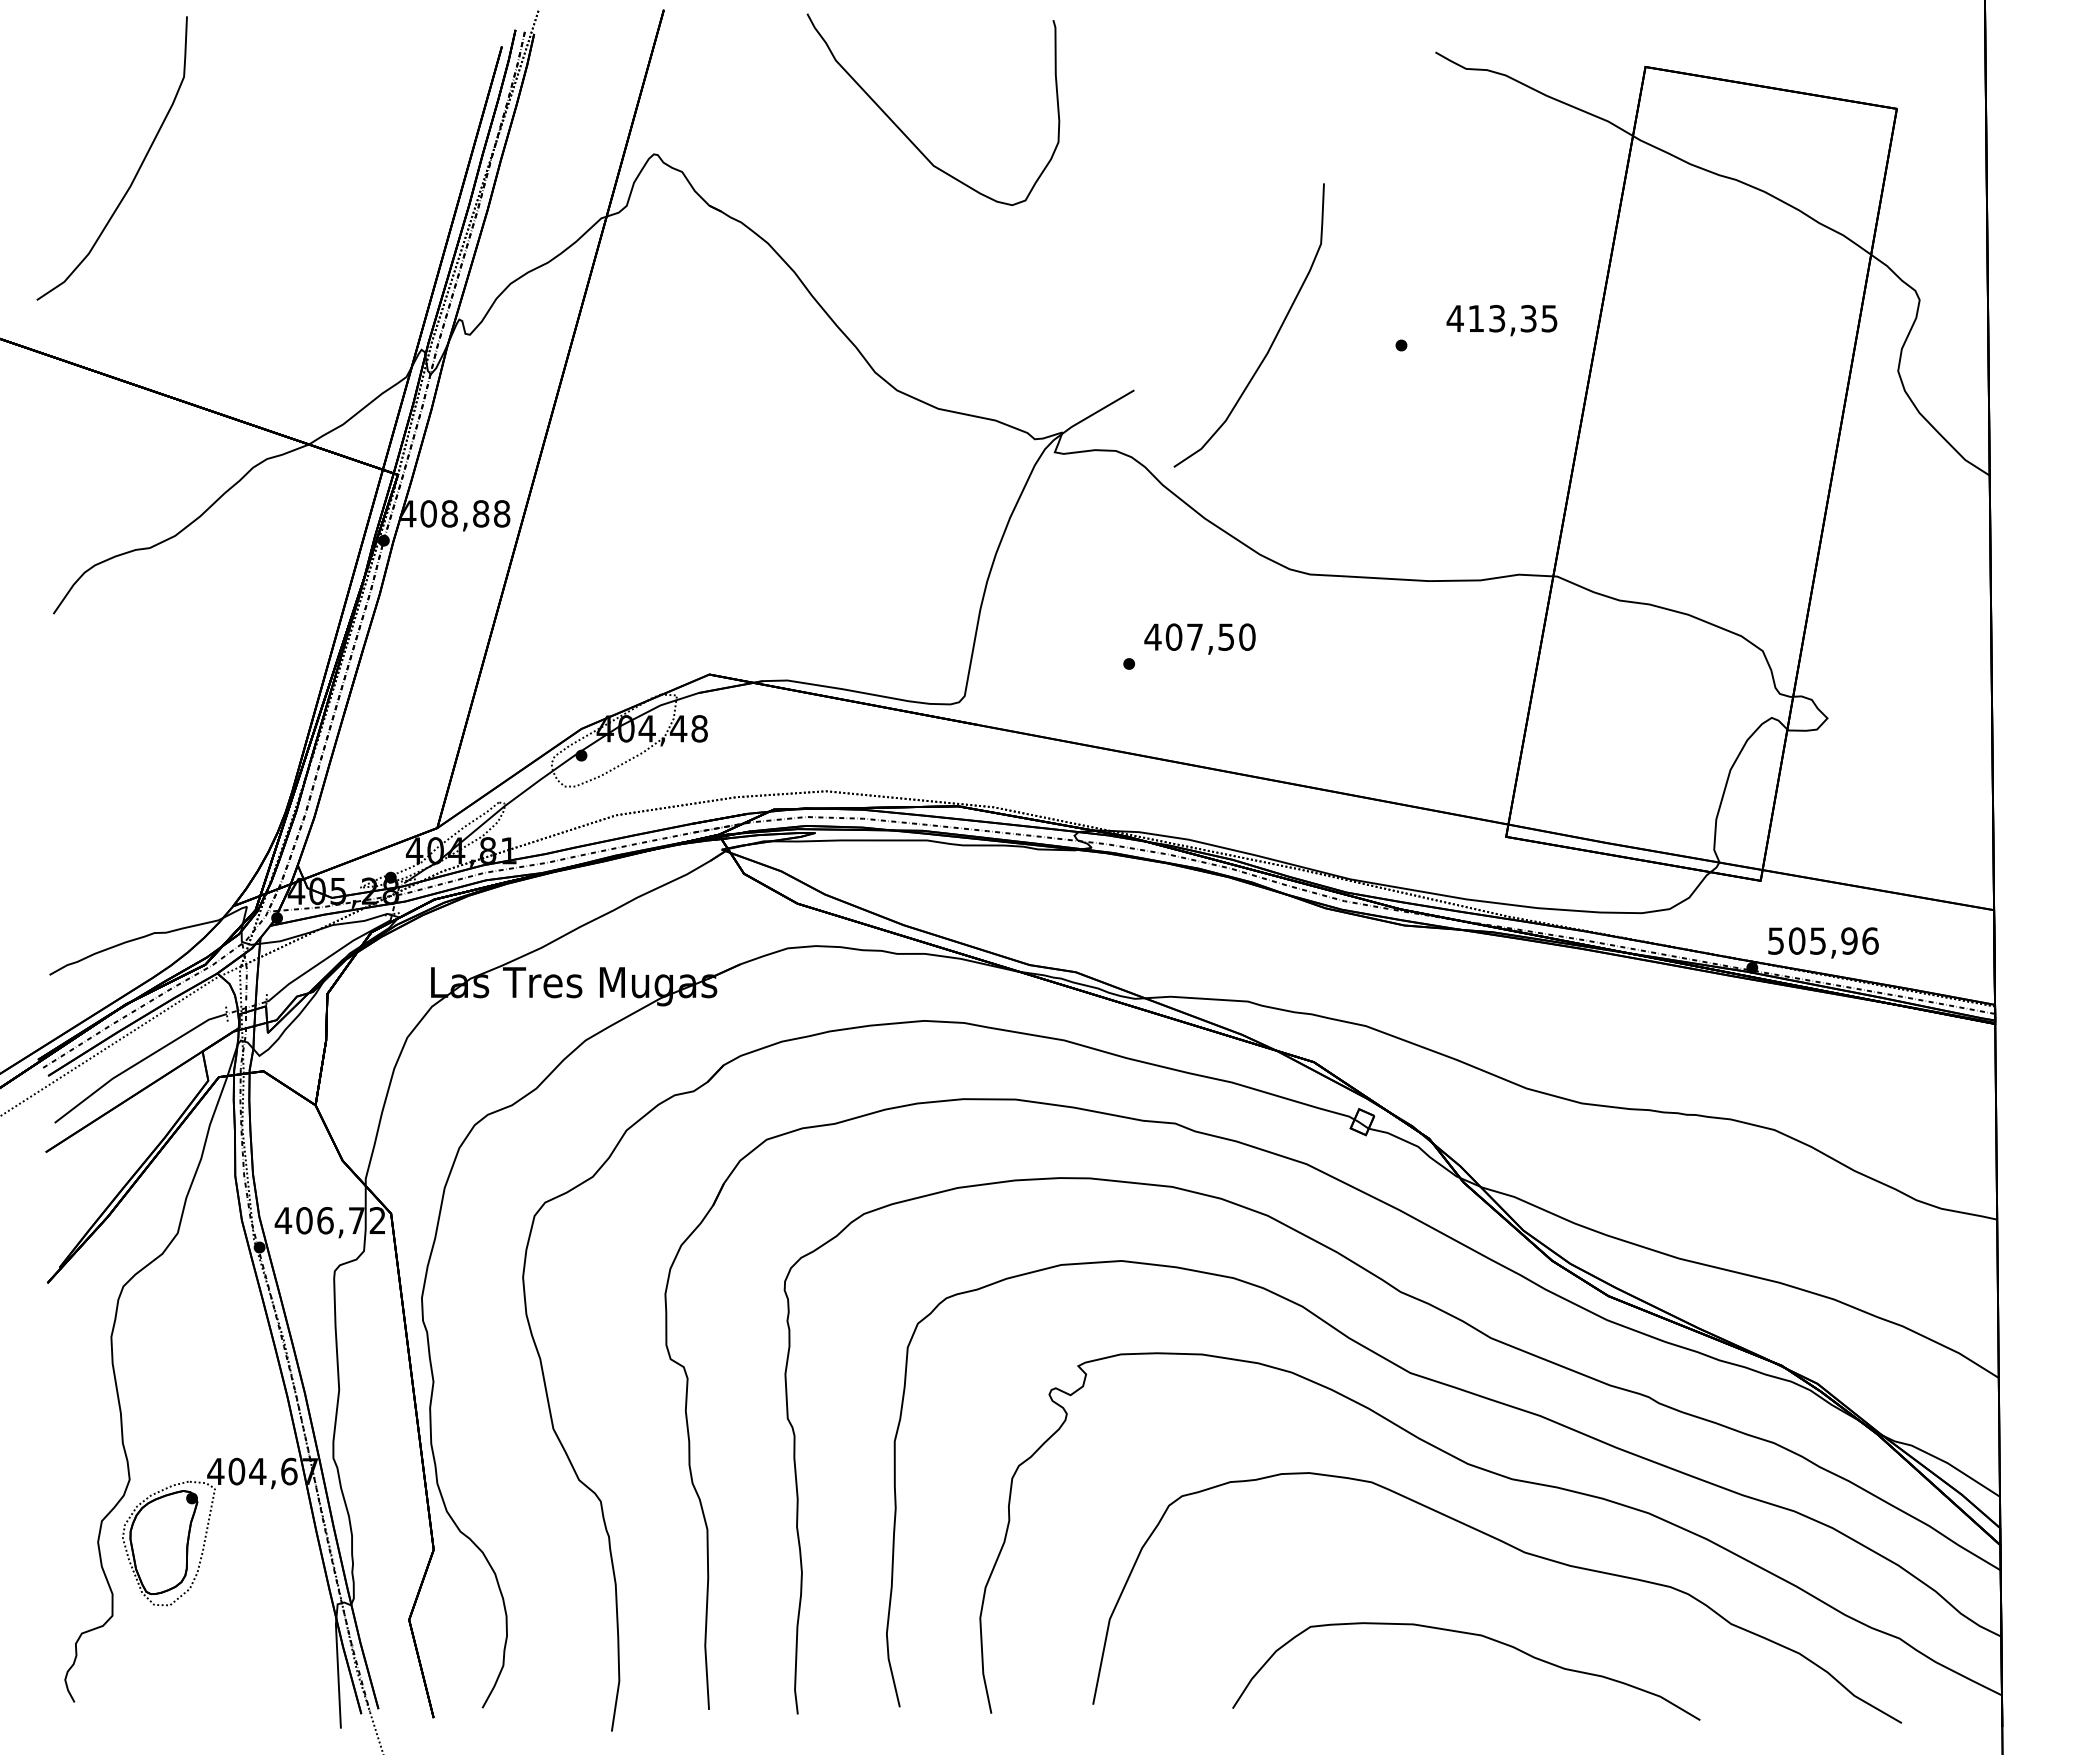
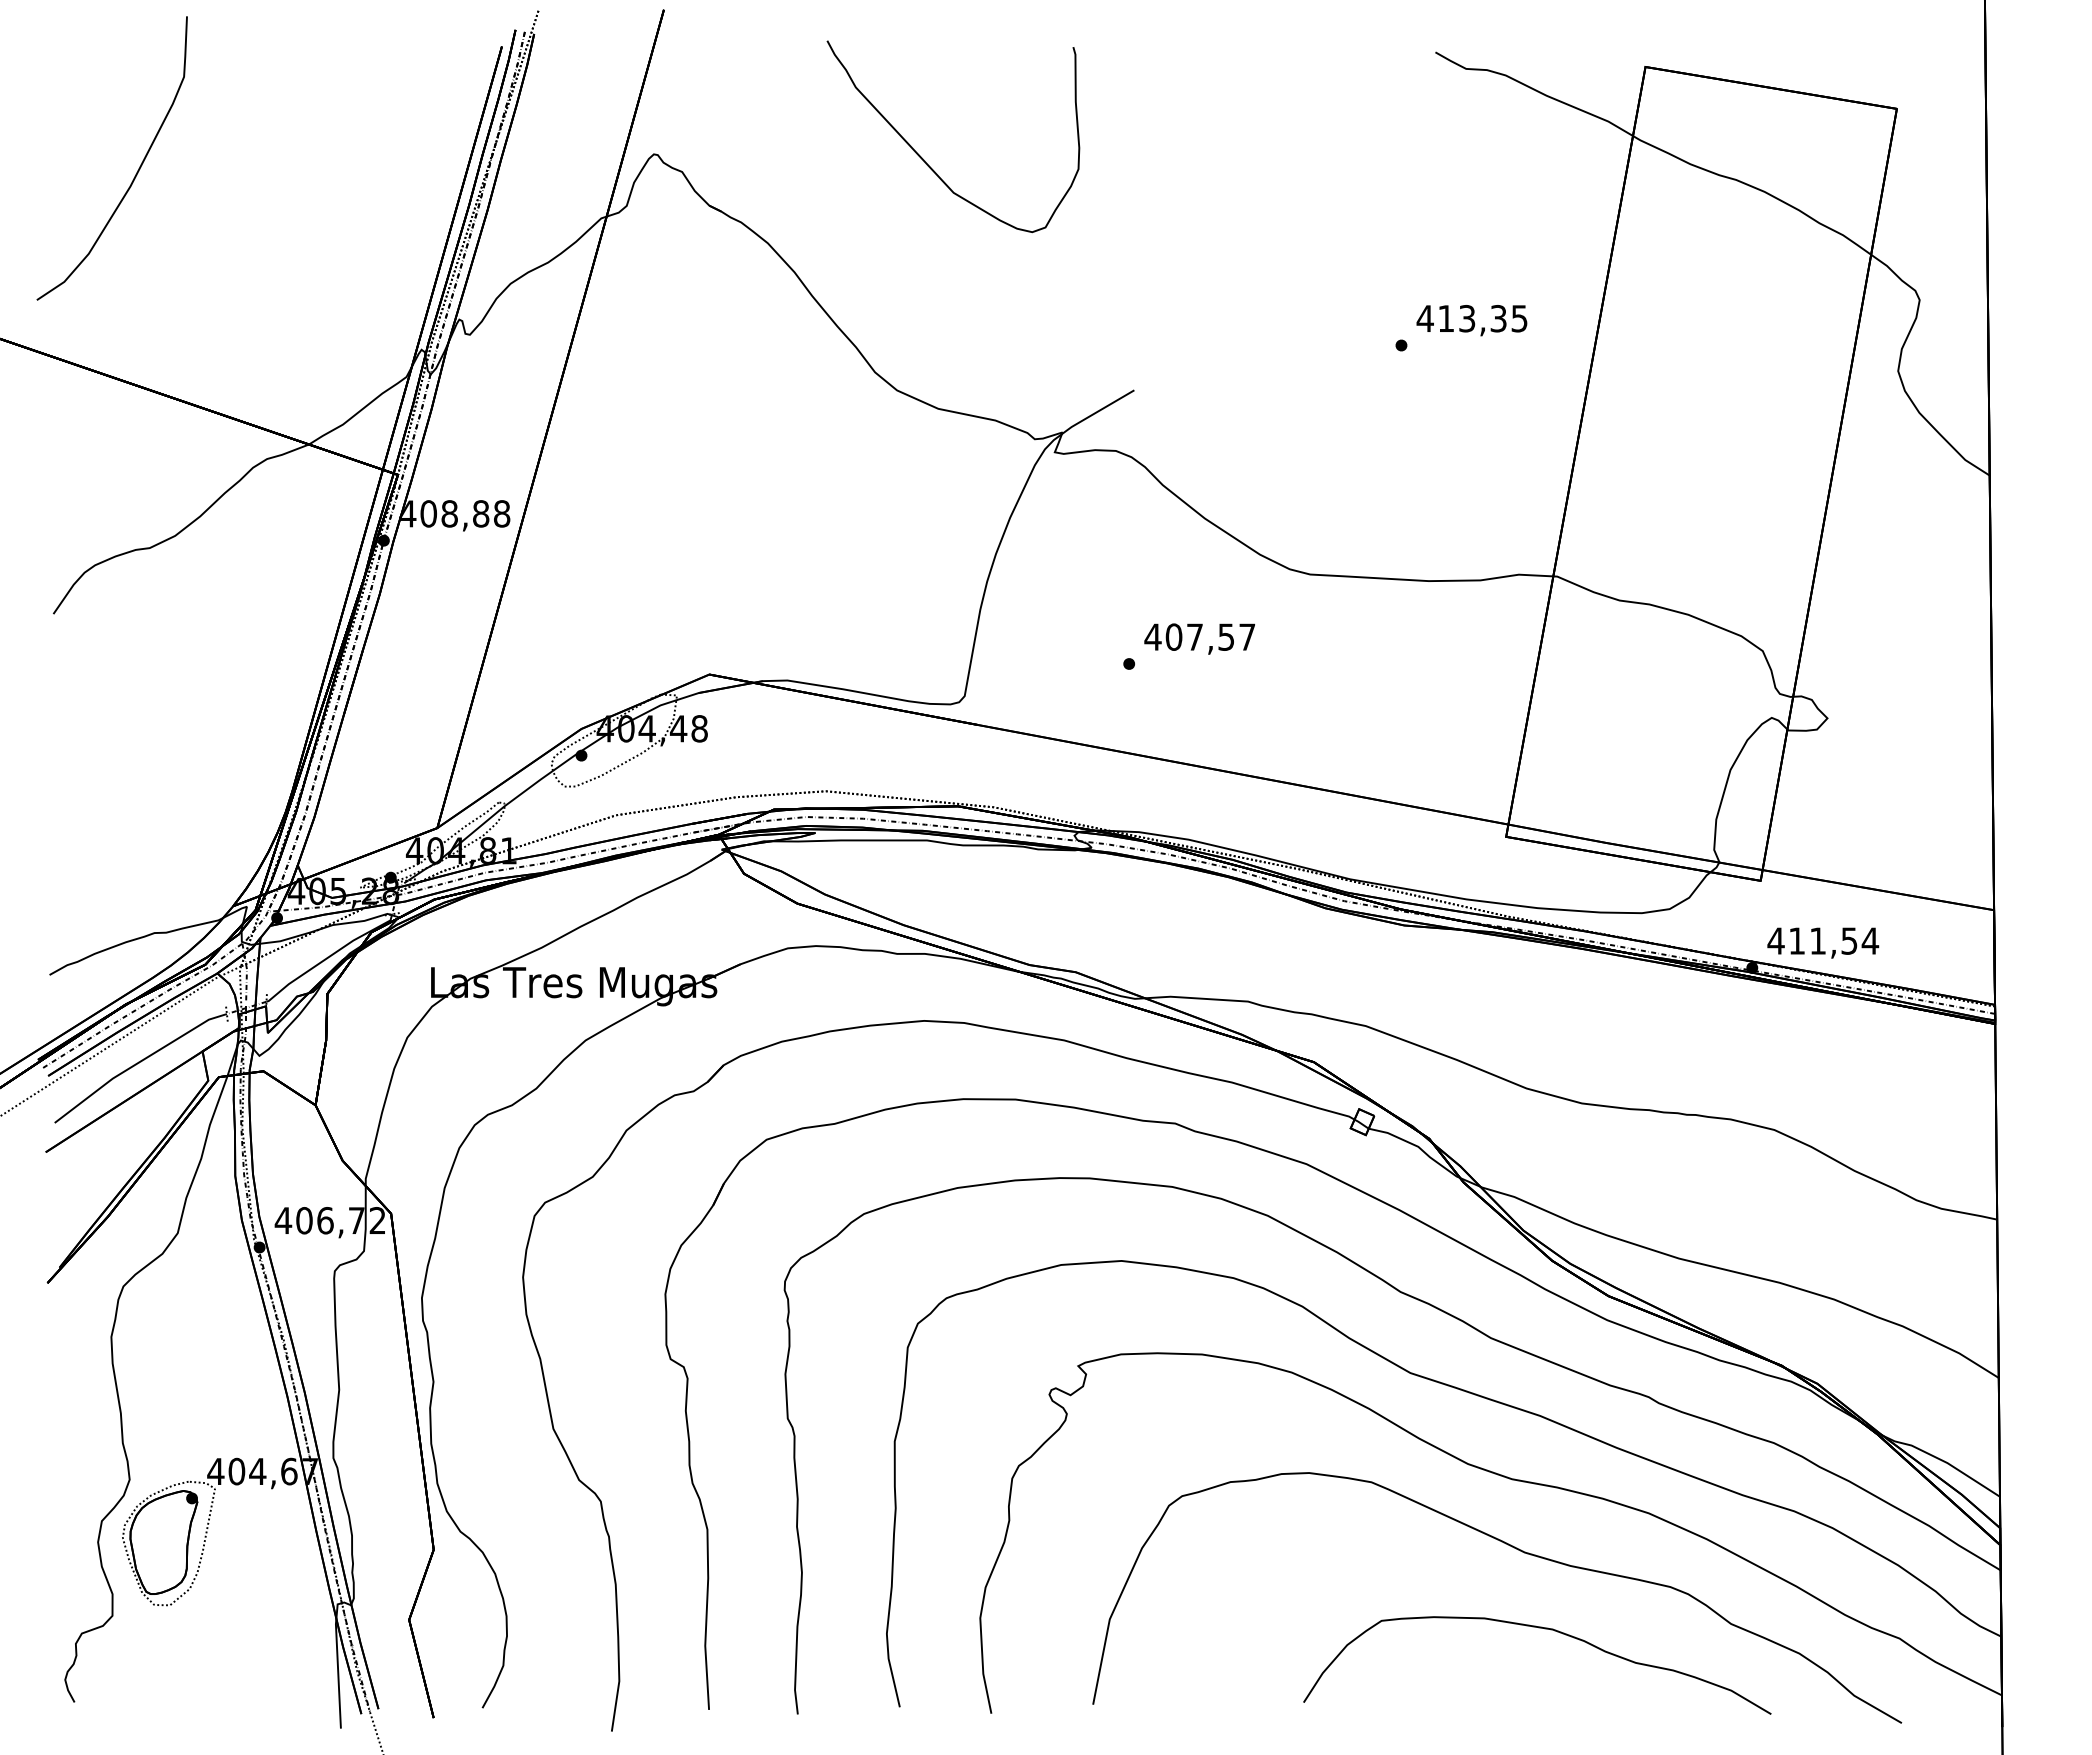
curve at (904, 132) position: (904, 132) -> (924, 159)
text at (1501, 320) position: (1501, 320) -> (1471, 320)
curve at (1274, 337): present -> none
text at (1247, 636): 407,50 -> 407,57
text at (1823, 940): 505,96 -> 411,54
curve at (1473, 1635) position: (1473, 1635) -> (1544, 1629)
